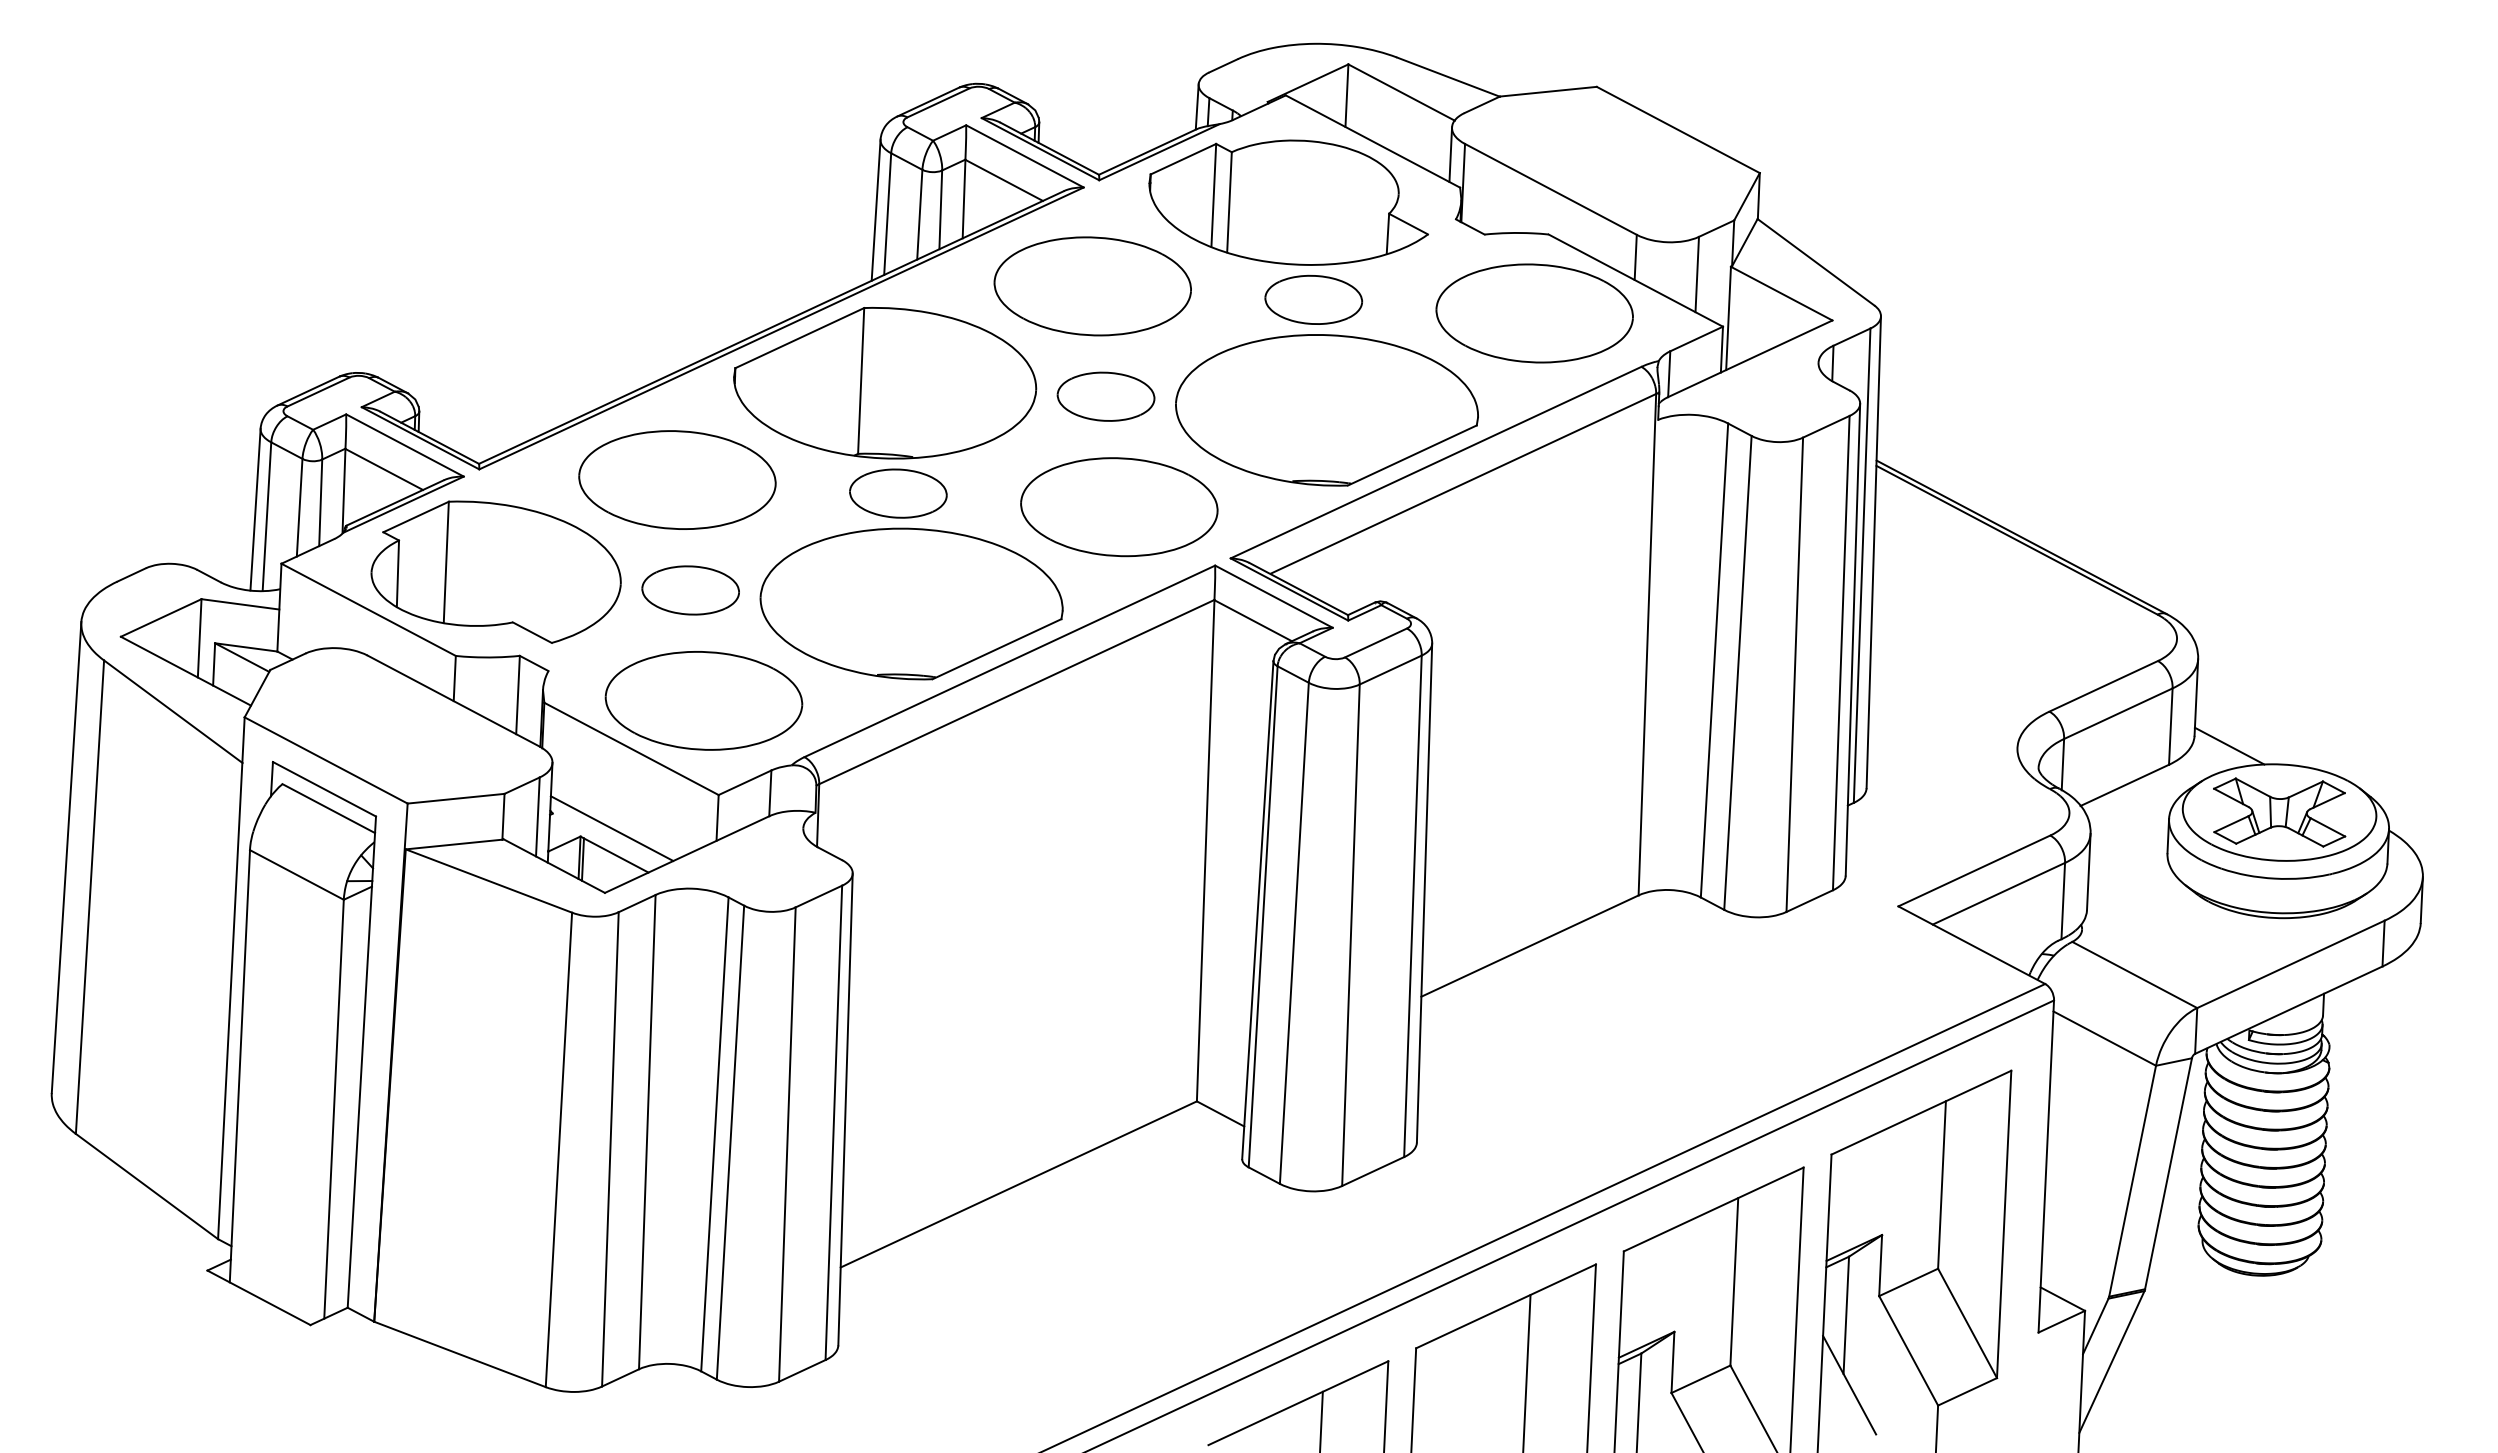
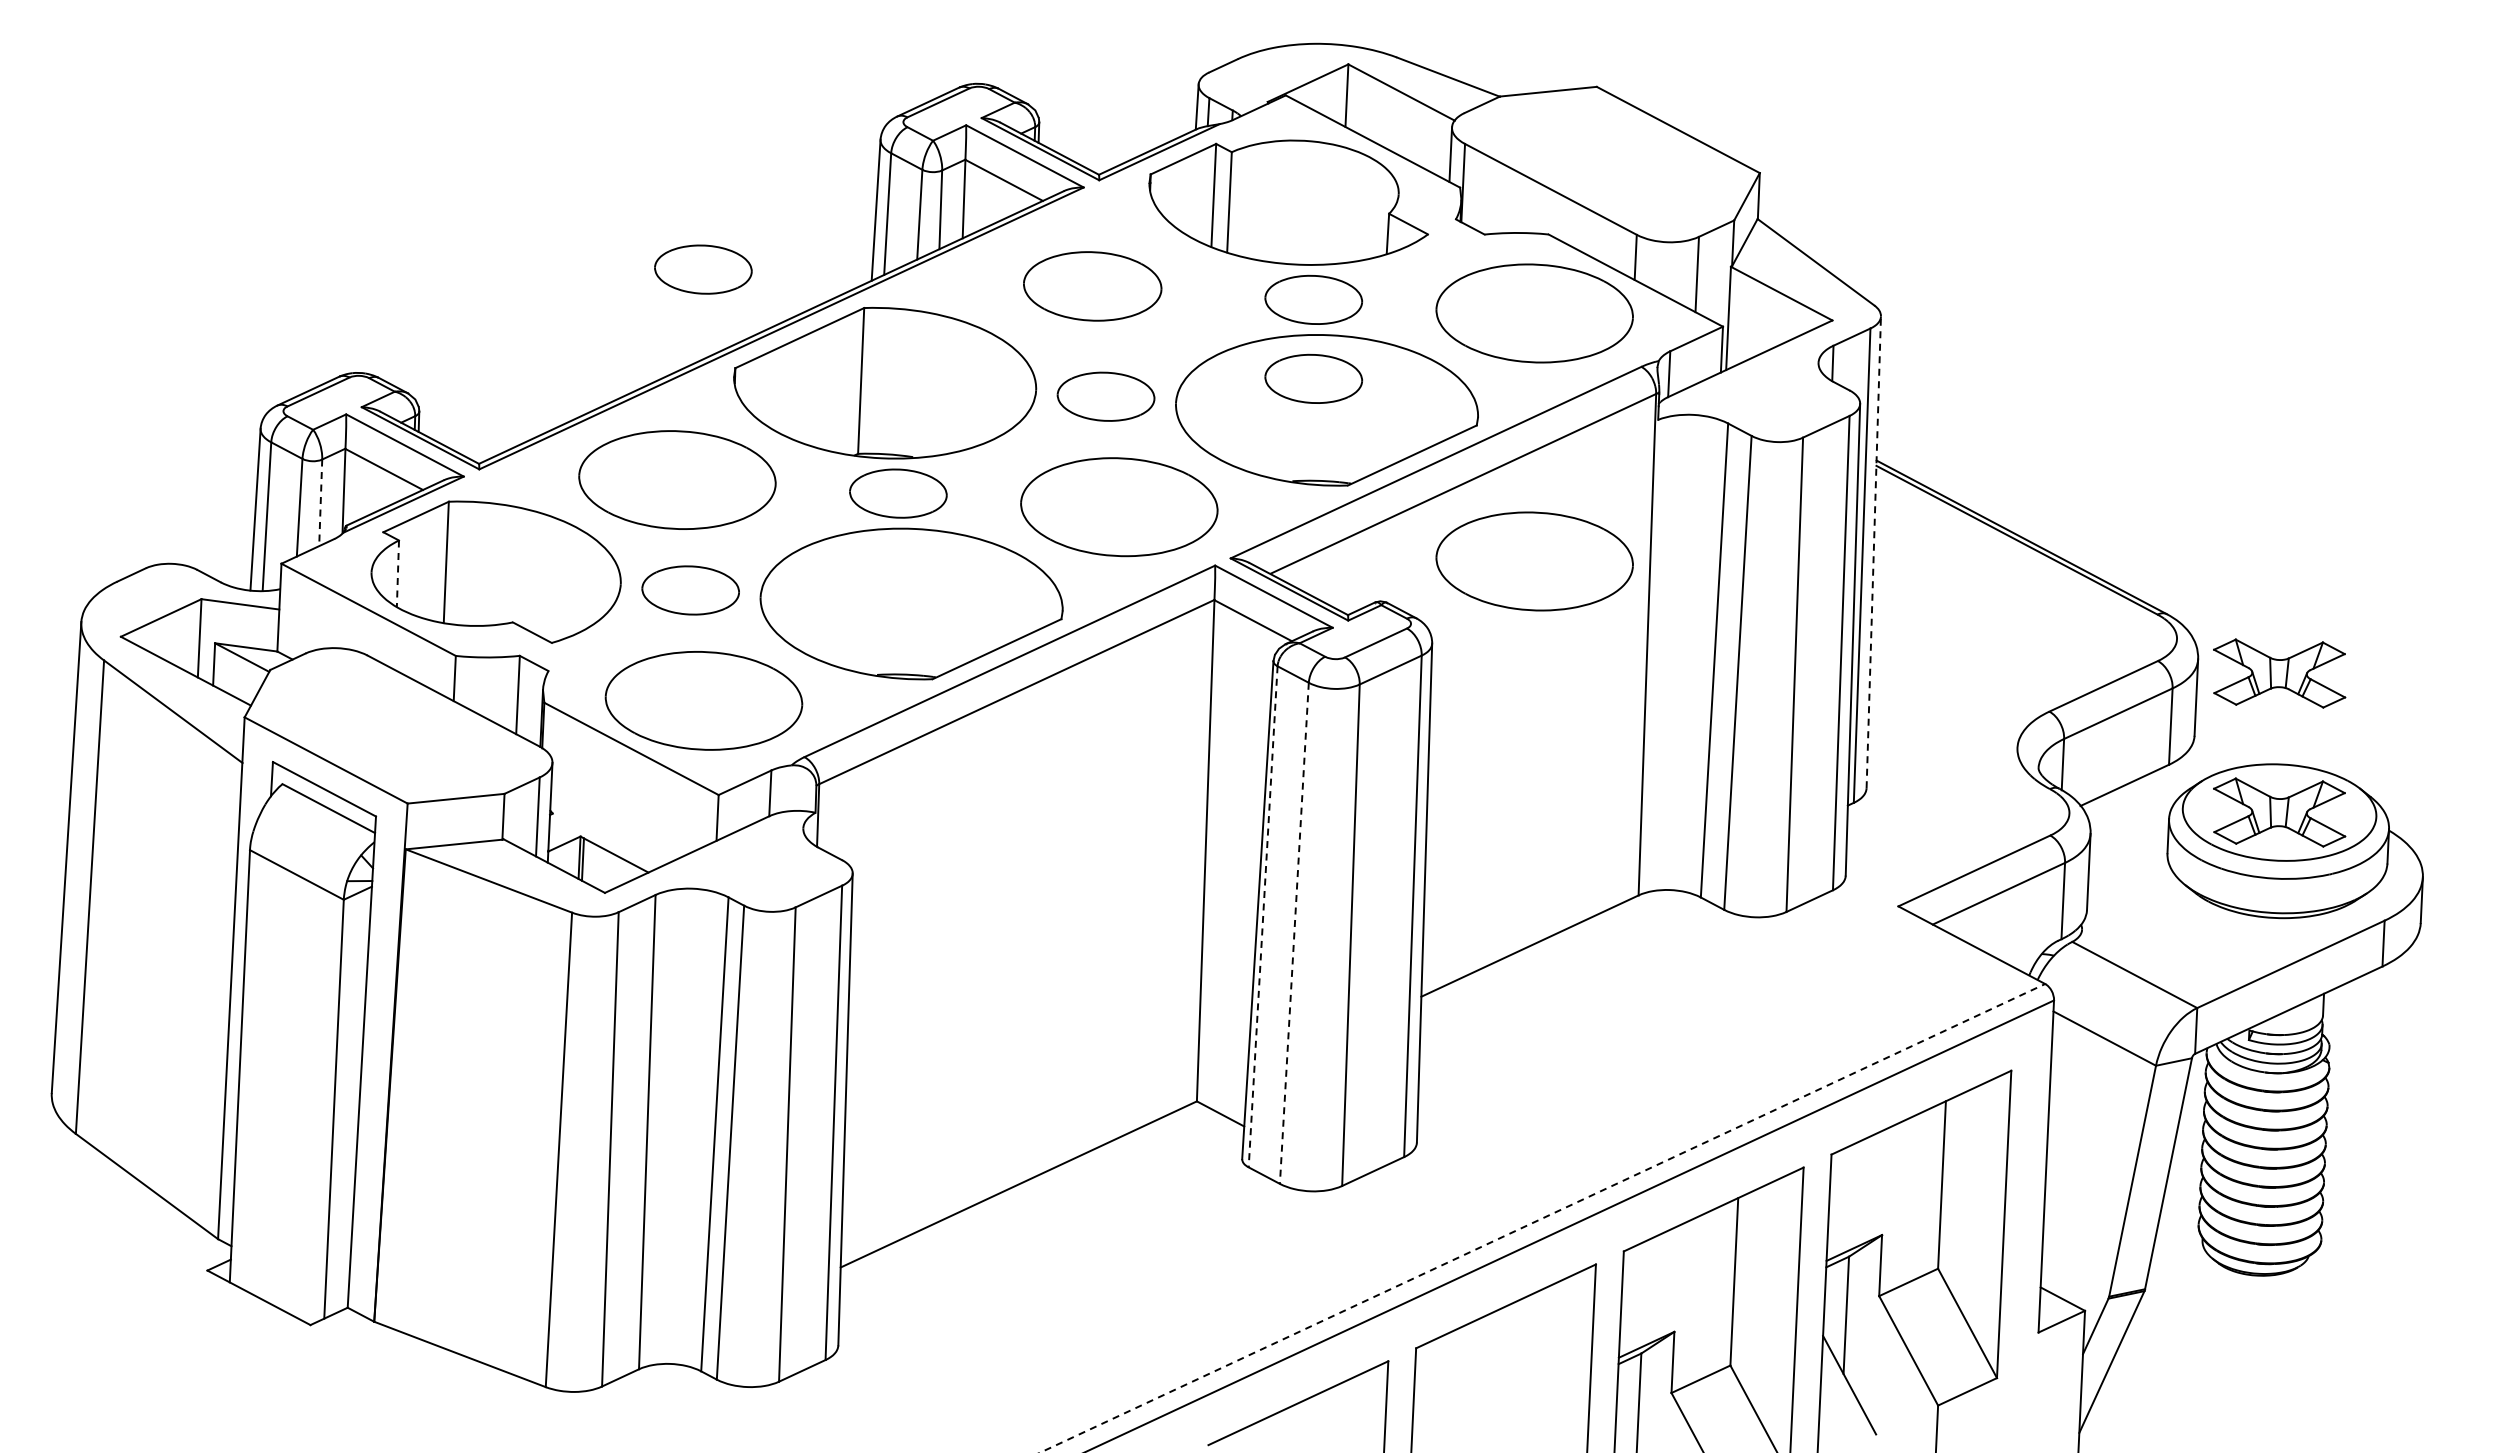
part at (703, 269): none -> present
part at (1092, 286) size: 199x101 px -> 140x71 px
part at (1313, 378): none -> present
line at (320, 503): solid -> dashed
line at (1873, 551): solid -> dashed
part at (1534, 561): none -> present
line at (397, 574): solid -> dashed
part at (2279, 673): none -> present
line at (2229, 745): present -> none
line at (611, 828): present -> none
line at (1263, 916): solid -> dashed
line at (1294, 933): solid -> dashed
line at (1543, 1218): solid -> dashed
line at (1526, 1371): present -> none
line at (1321, 1420): present -> none
